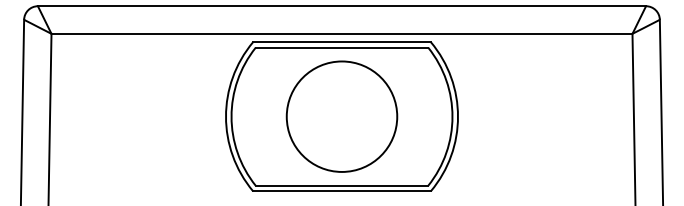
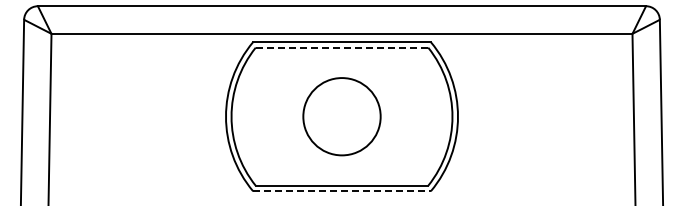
line at (341, 47): solid -> dashed
circle at (341, 116) diameter: 110 px -> 77 px
line at (342, 191): solid -> dashed
